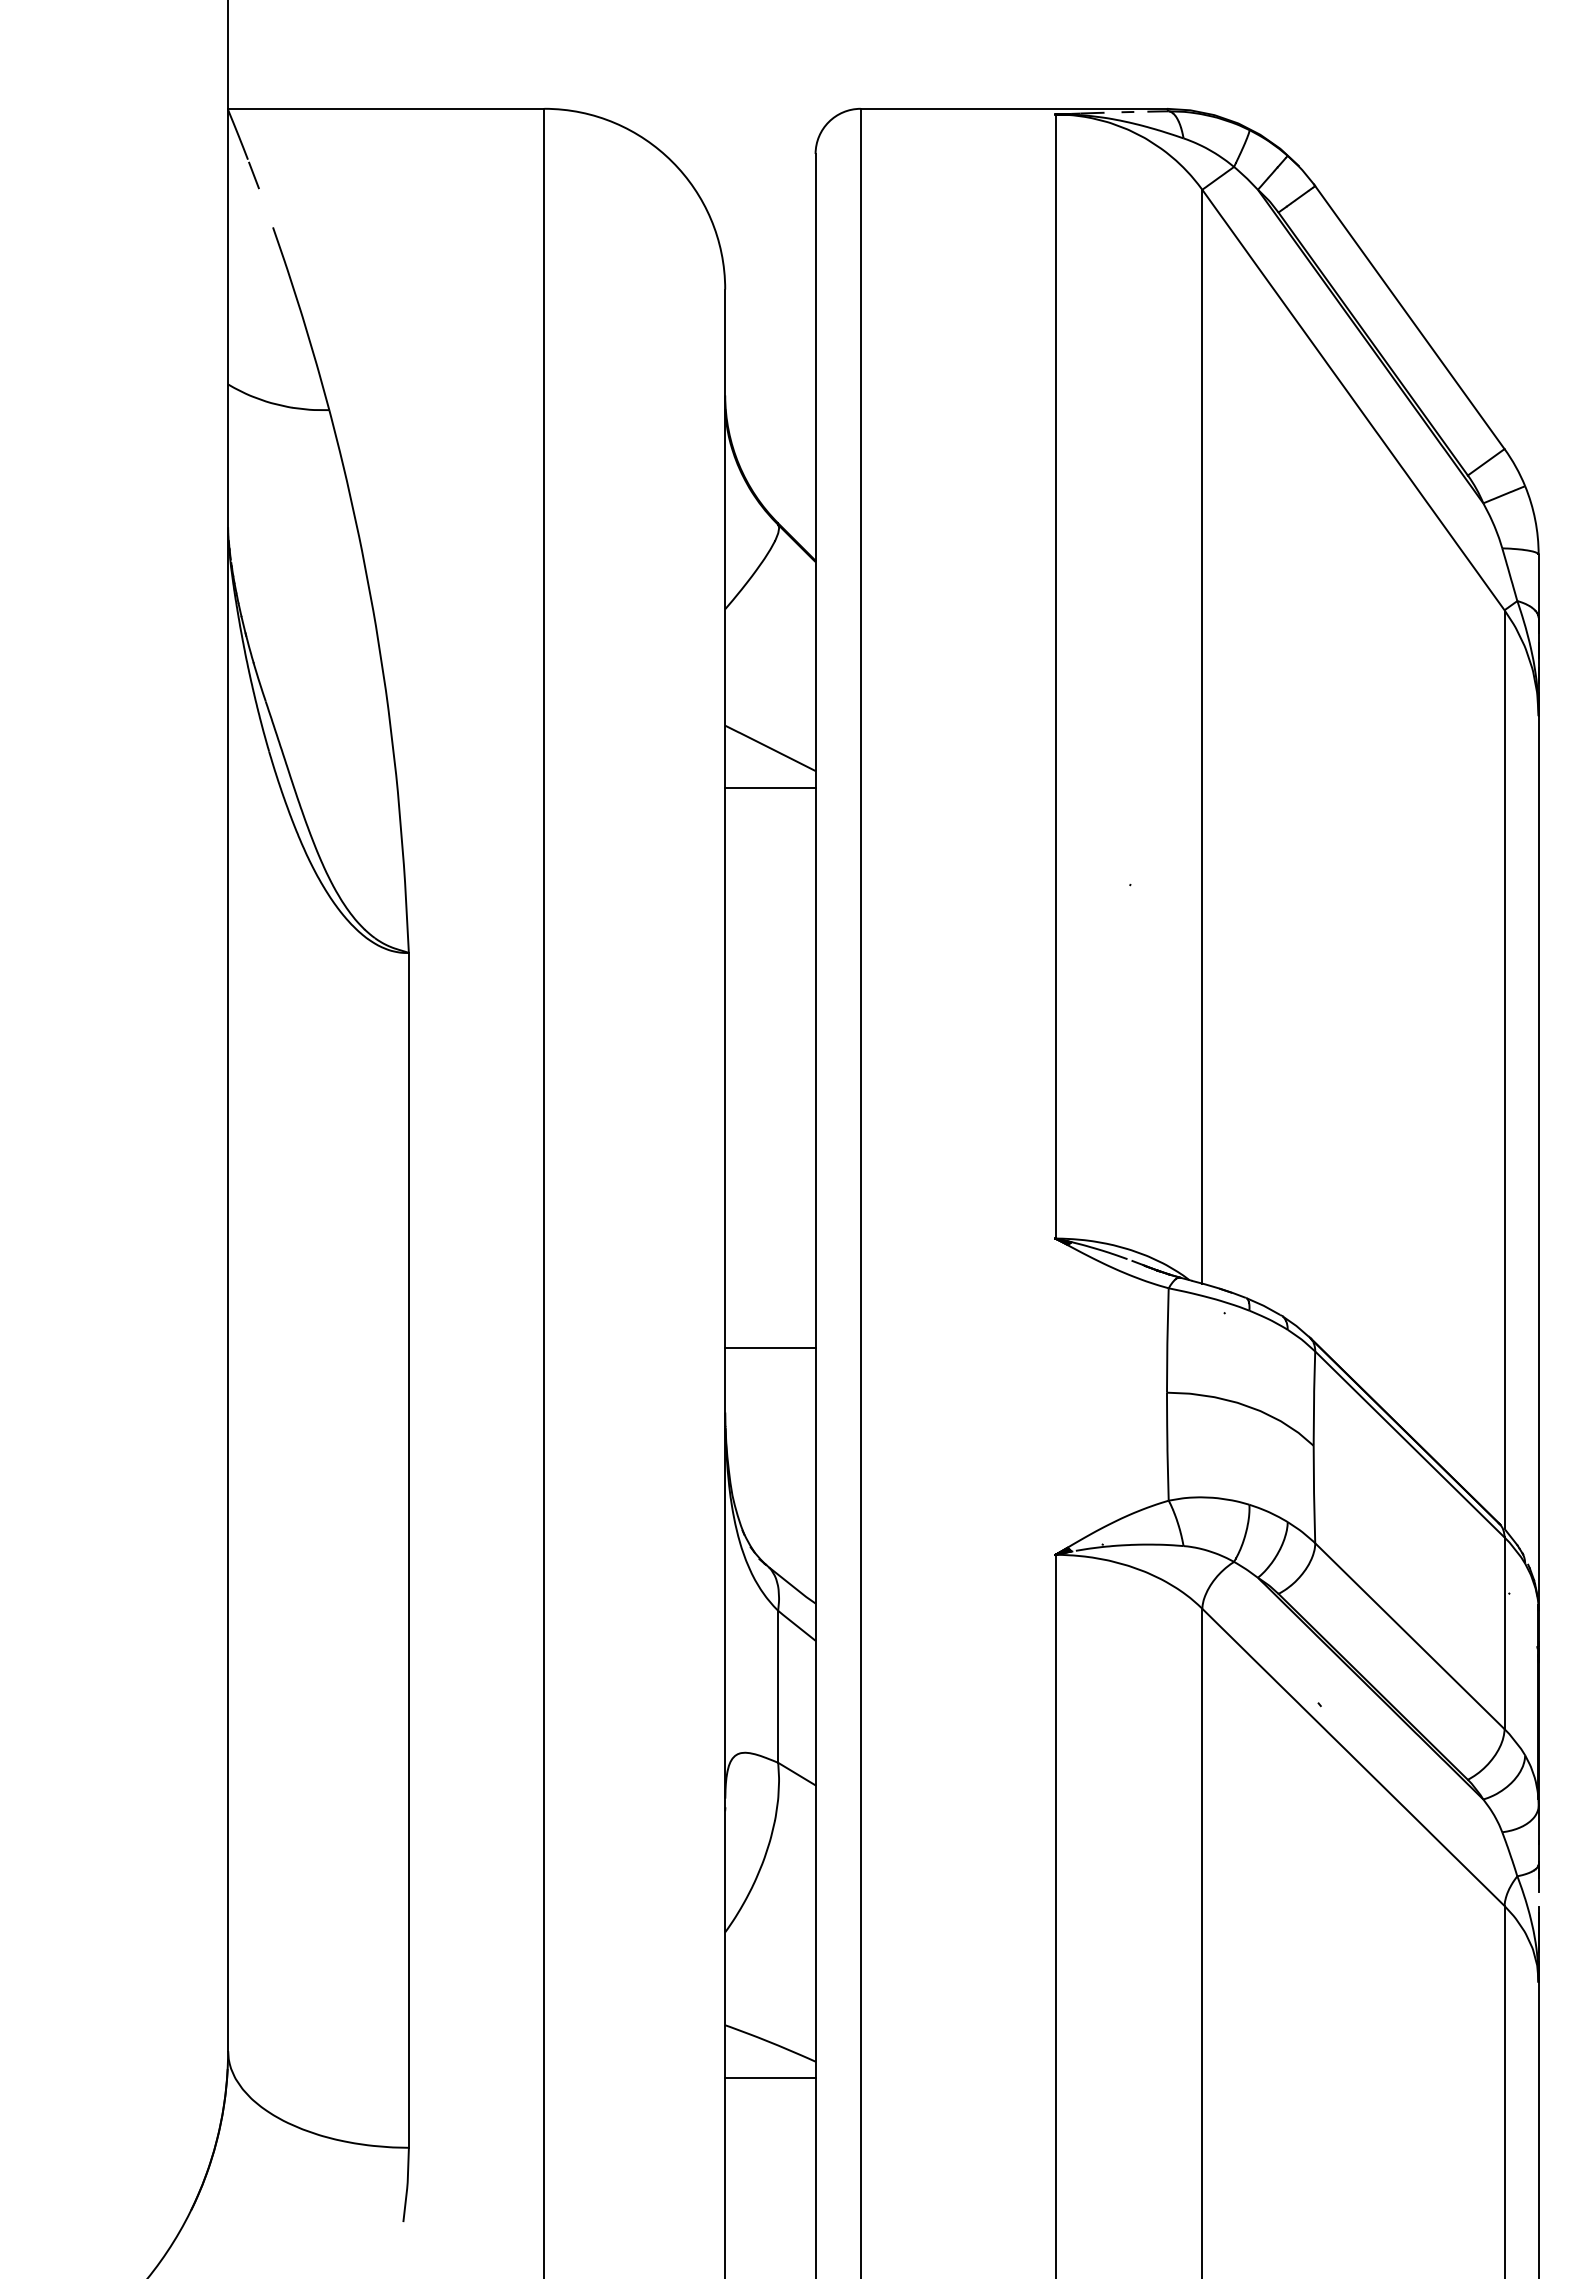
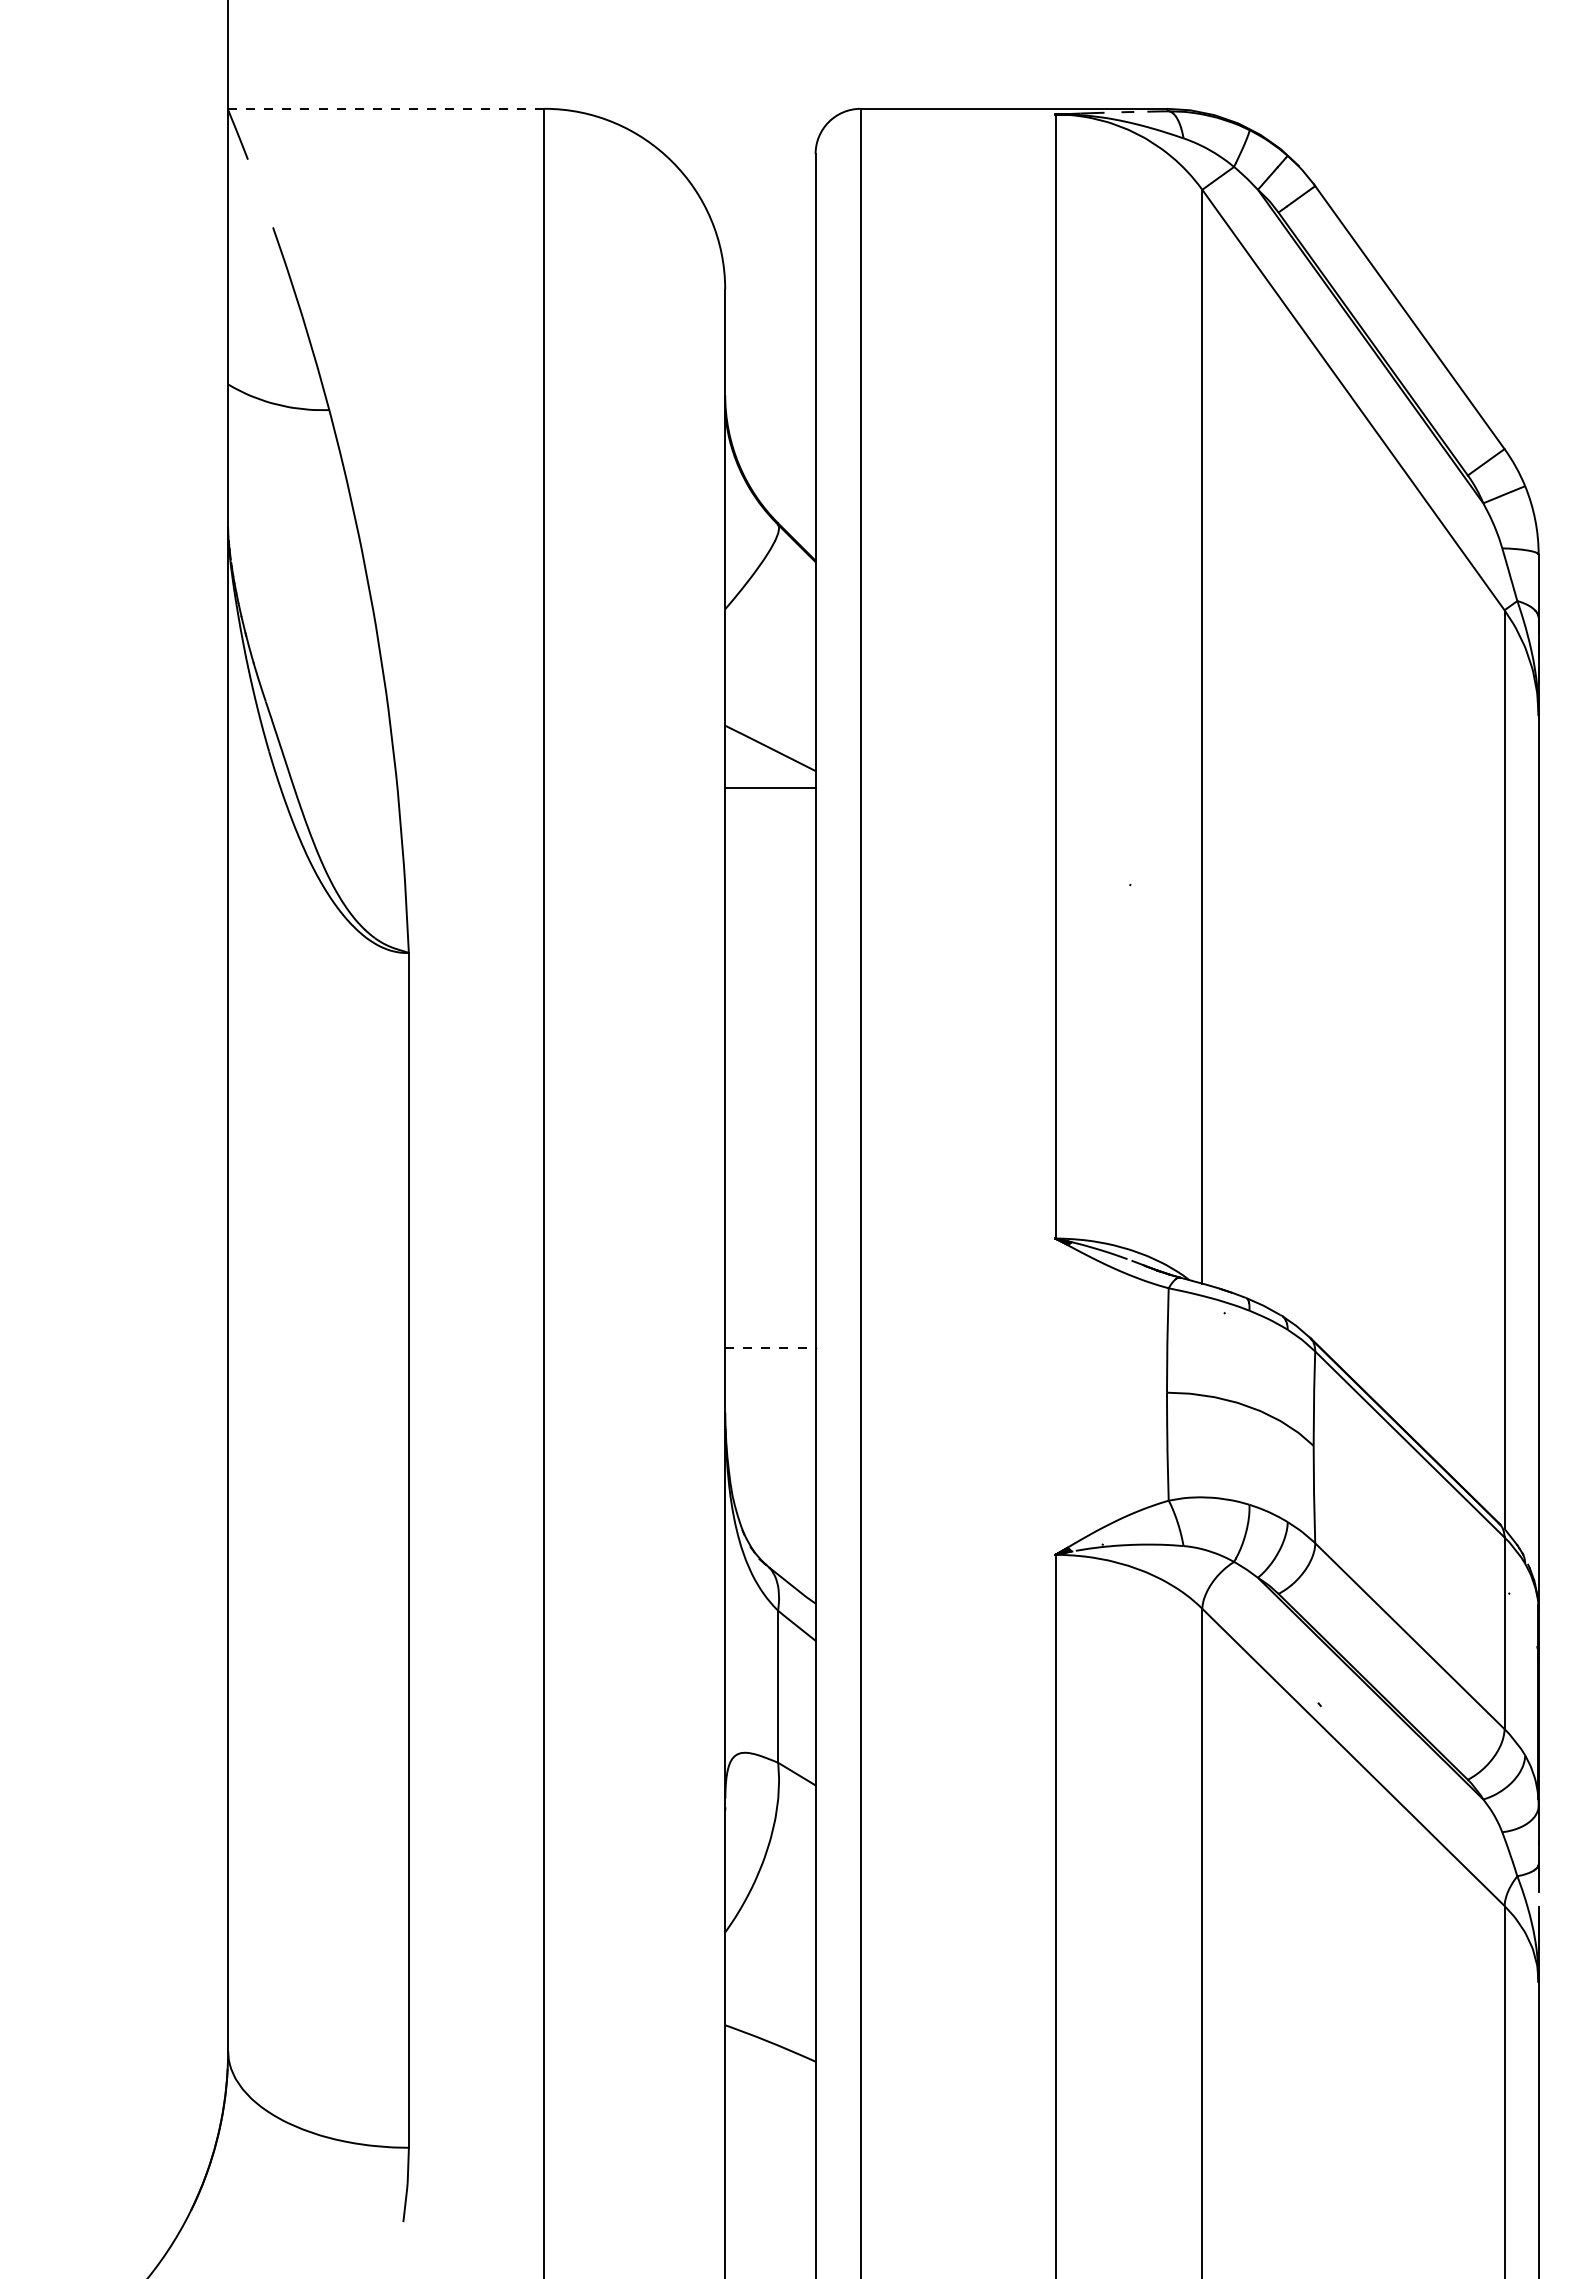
line at (386, 108): solid -> dashed
line at (253, 175): present -> none
line at (770, 1347): solid -> dashed
line at (770, 2077): present -> none
